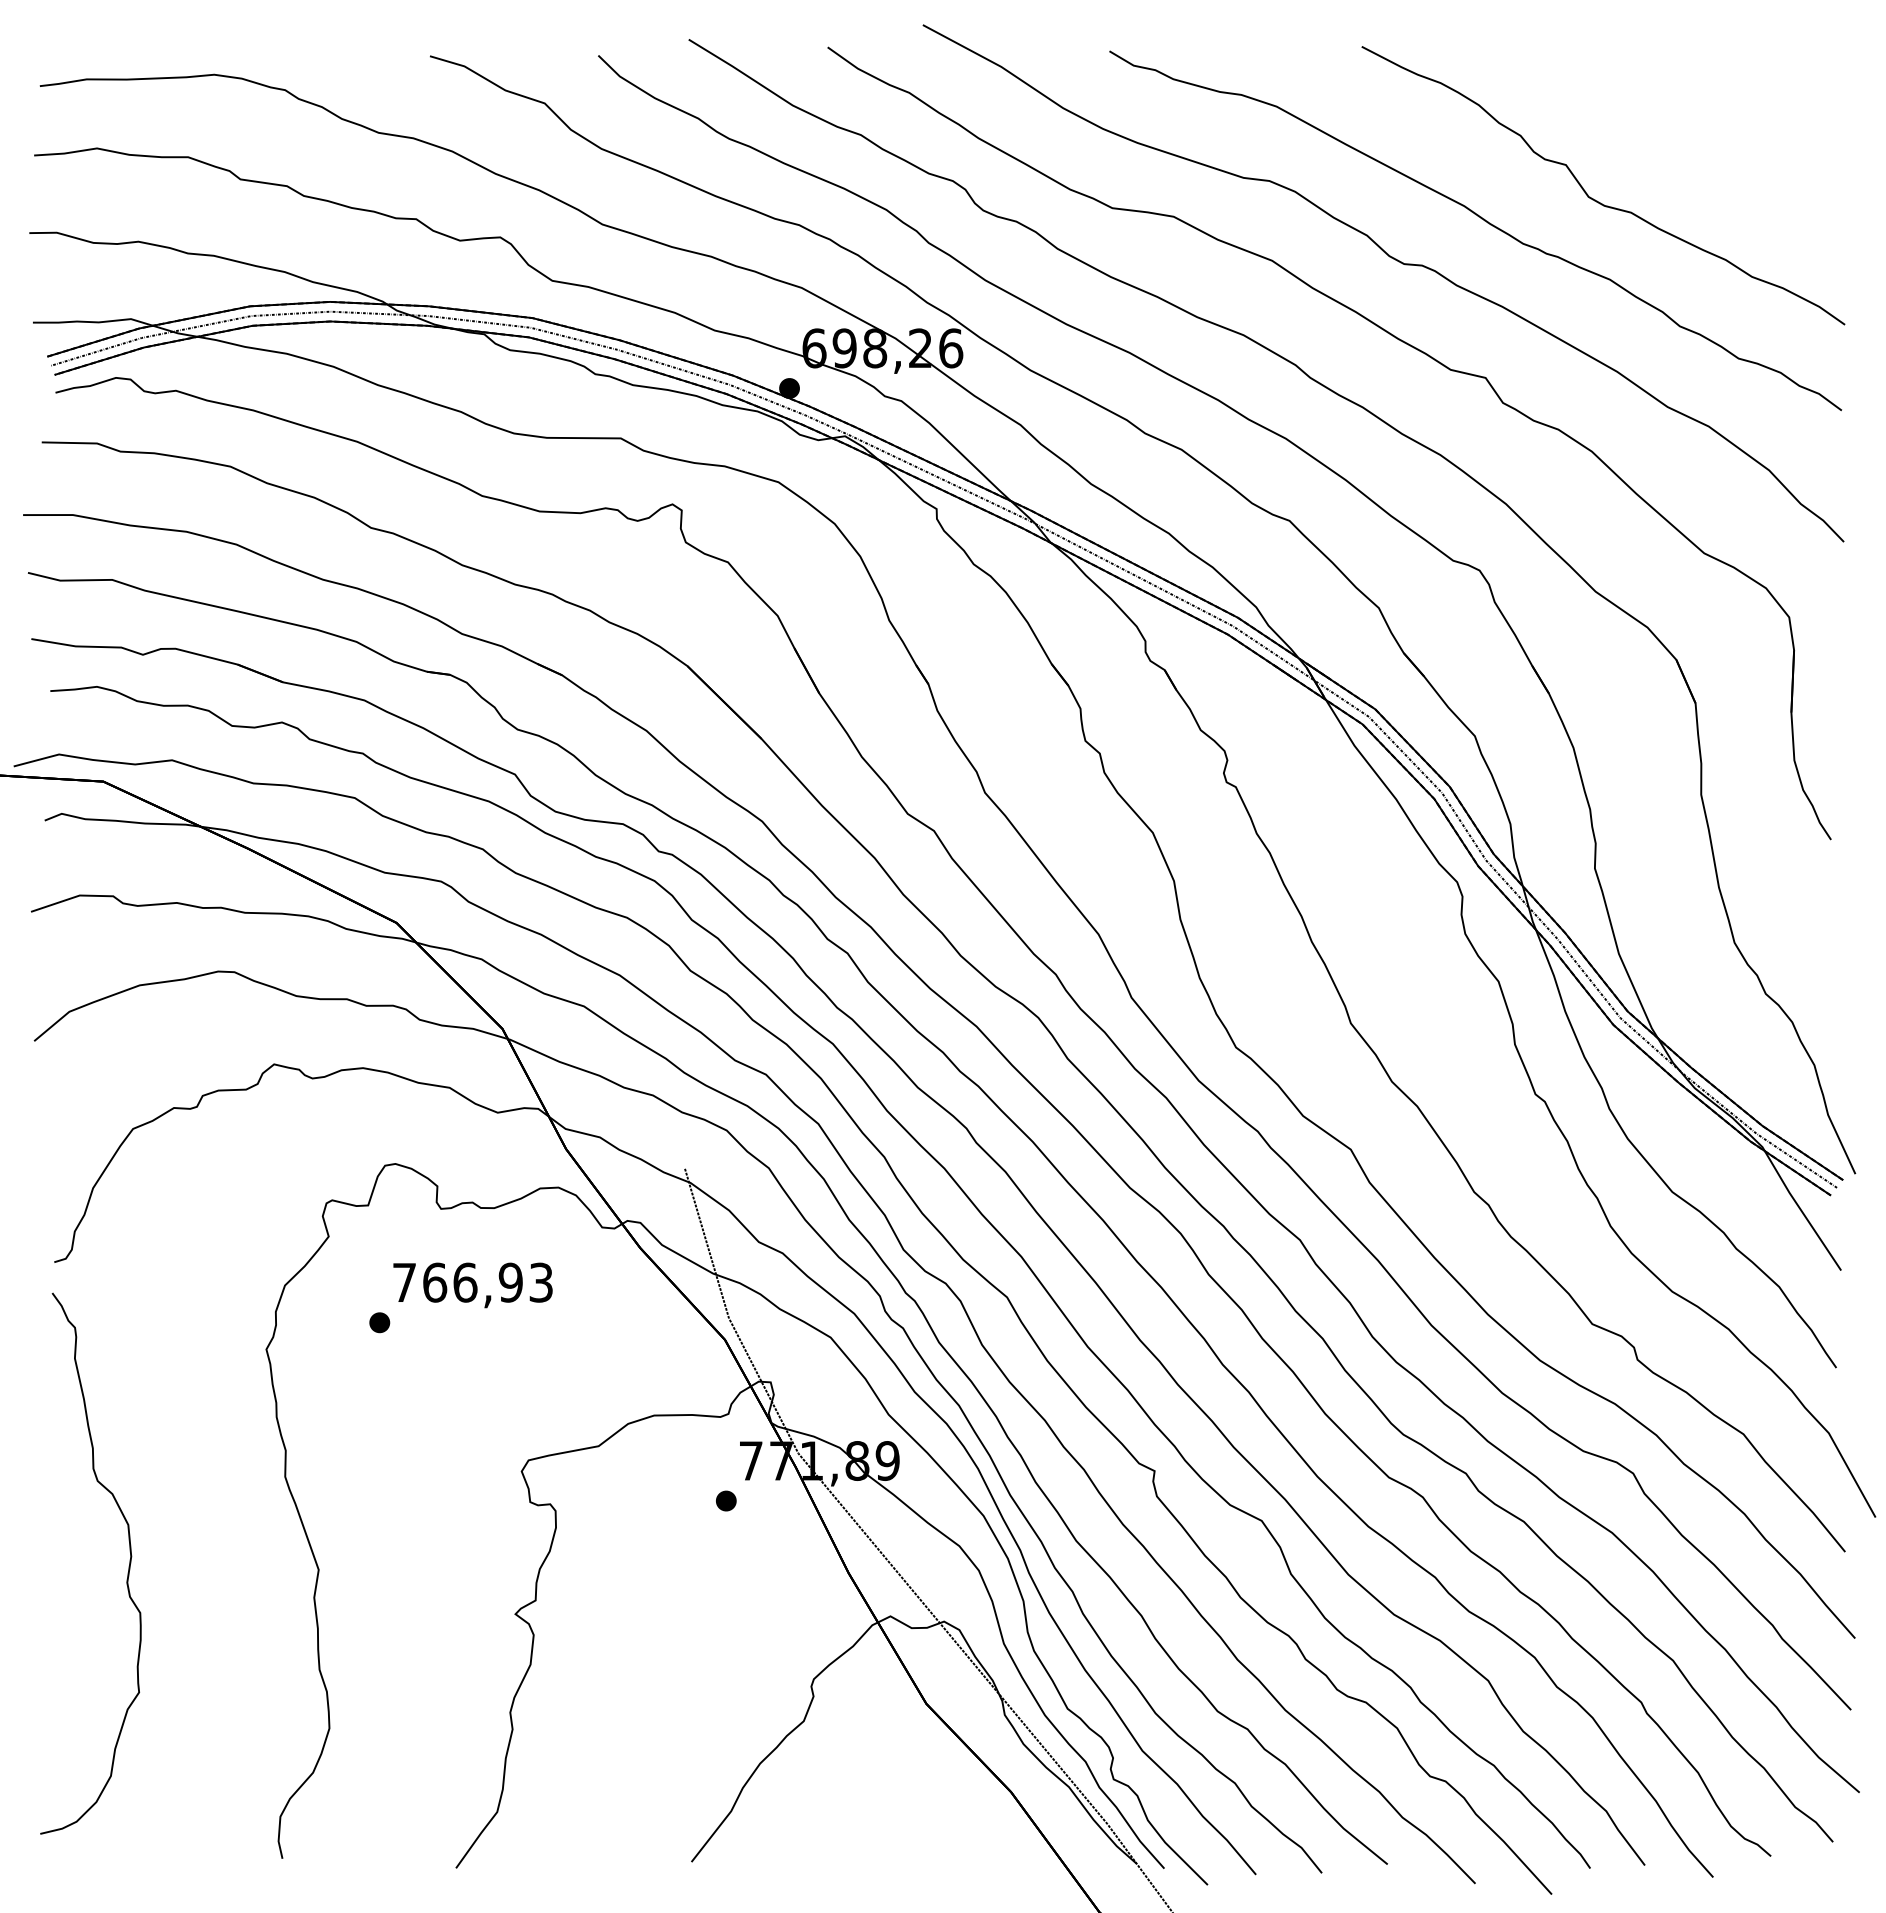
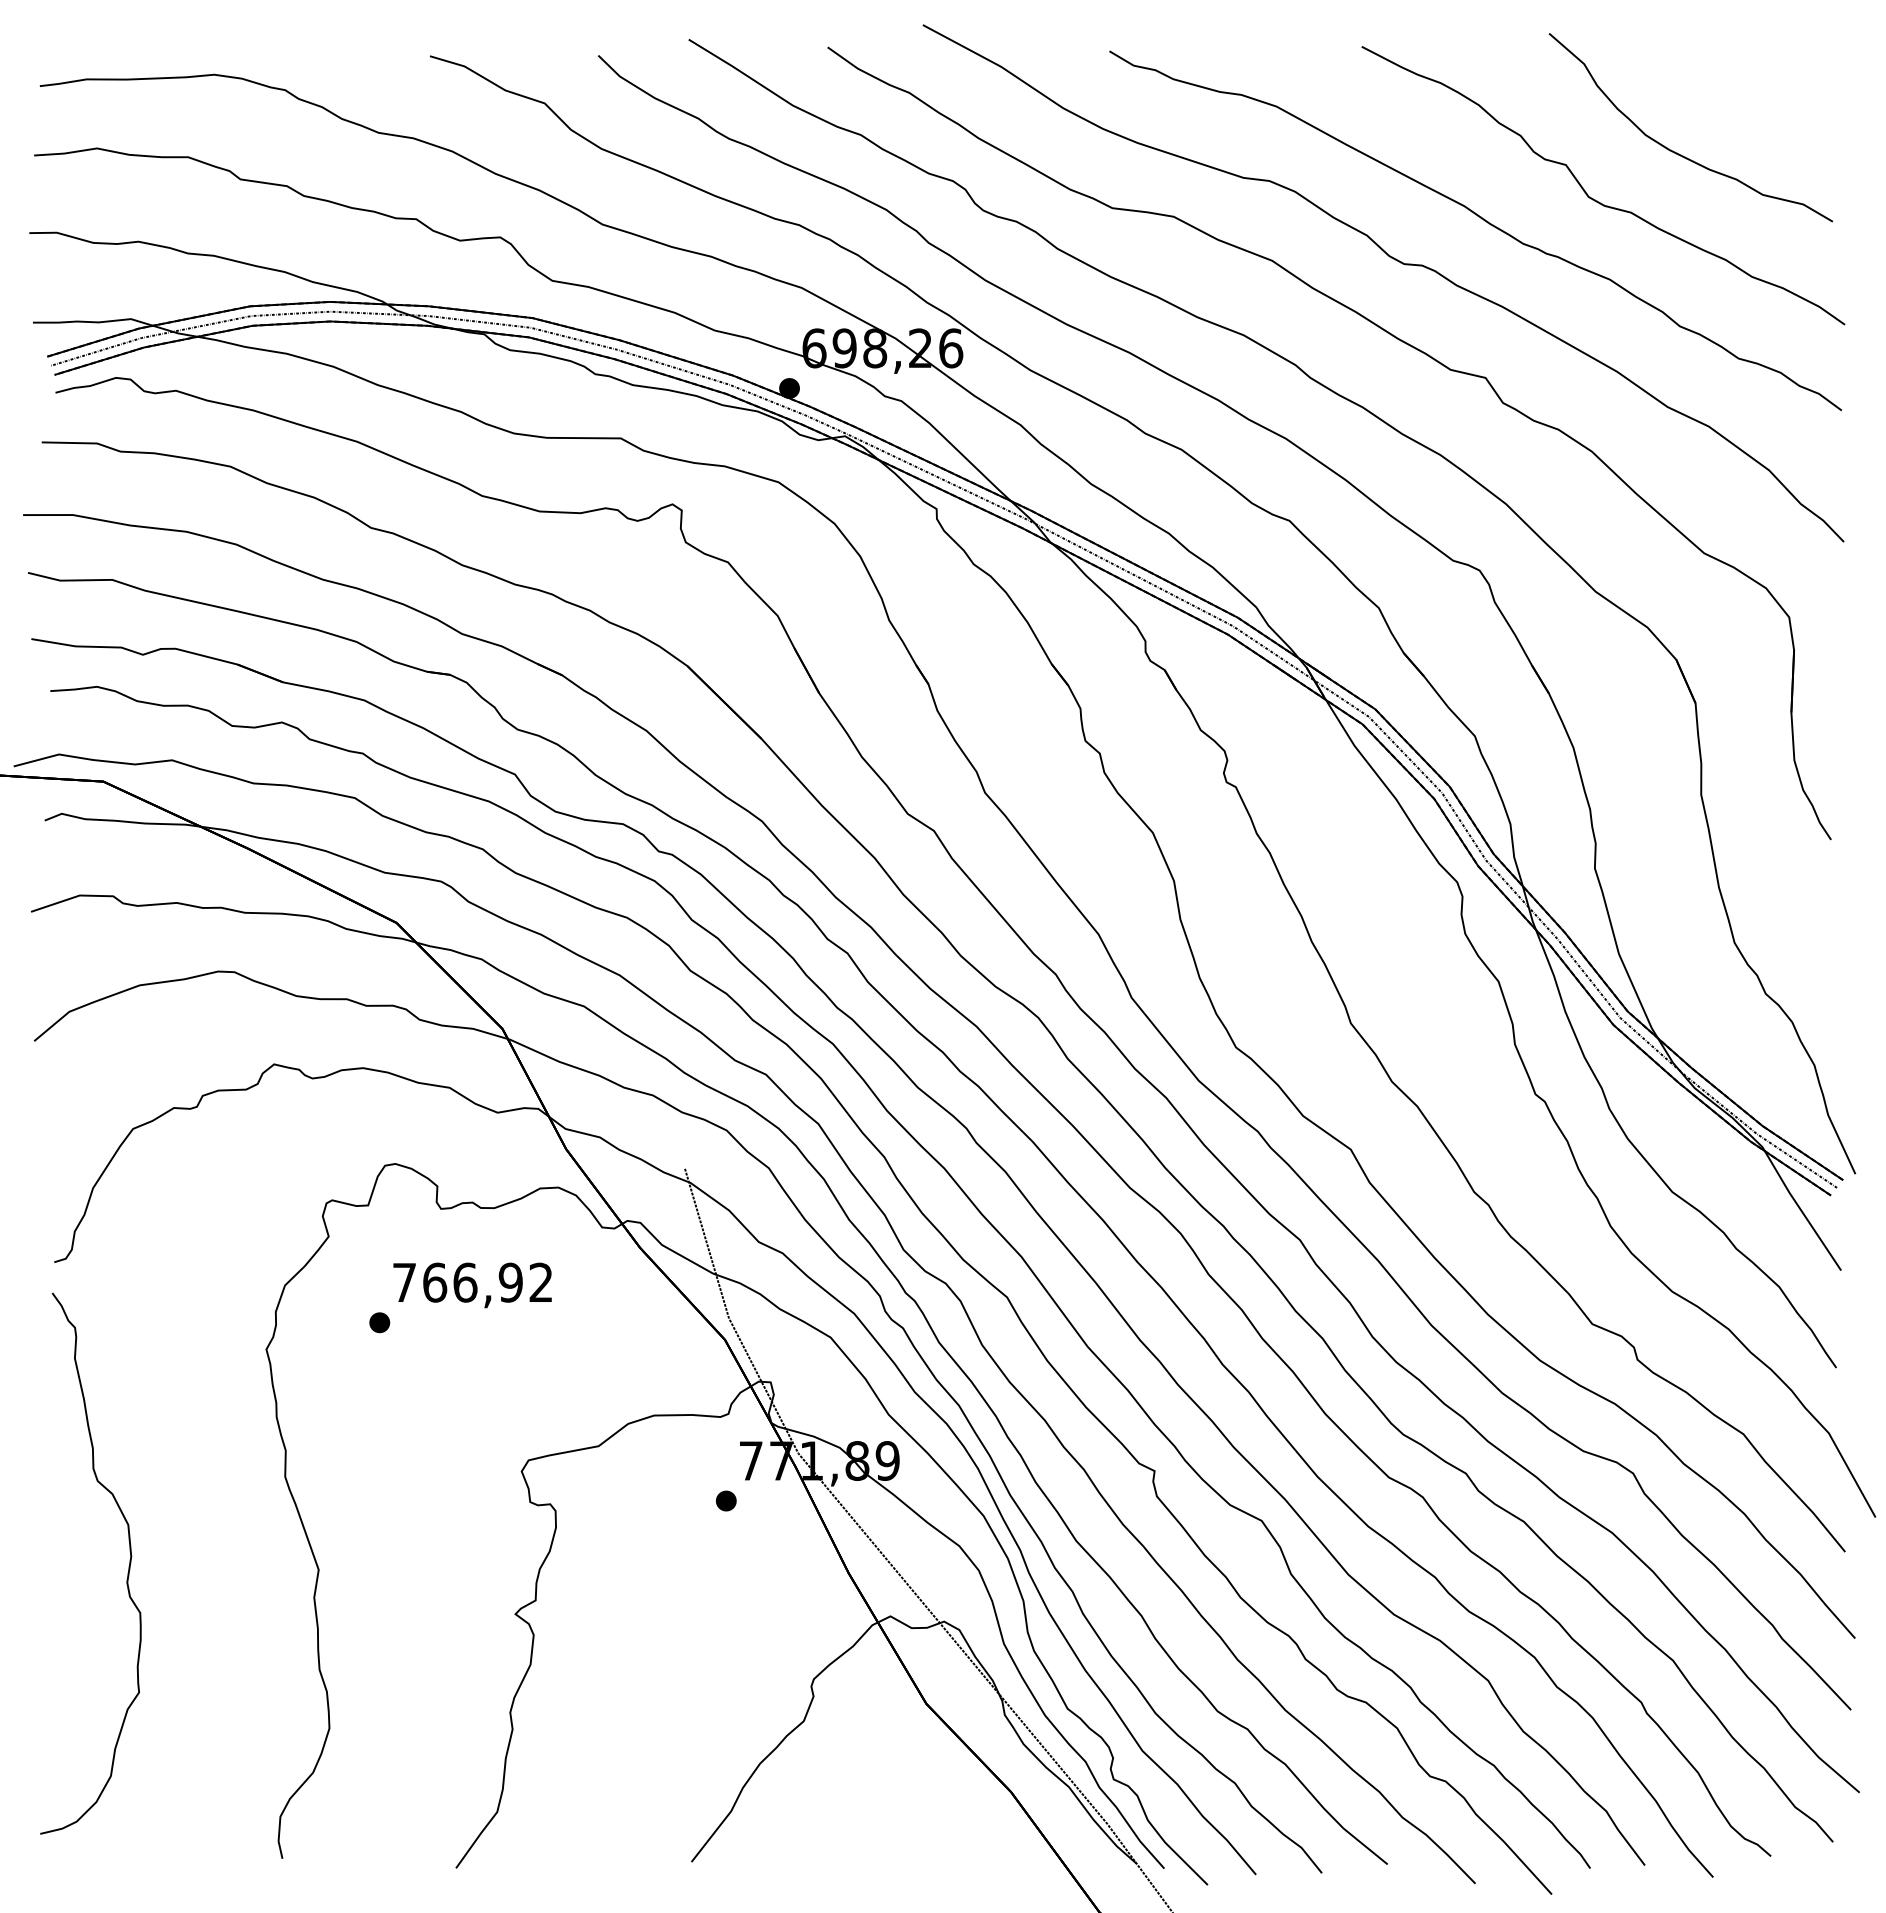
part at (1677, 152): none -> present
text at (540, 1282): 766,93 -> 766,92
